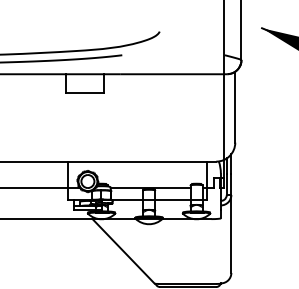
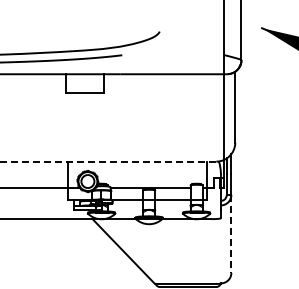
line at (108, 161): solid -> dashed
line at (231, 234): solid -> dashed
